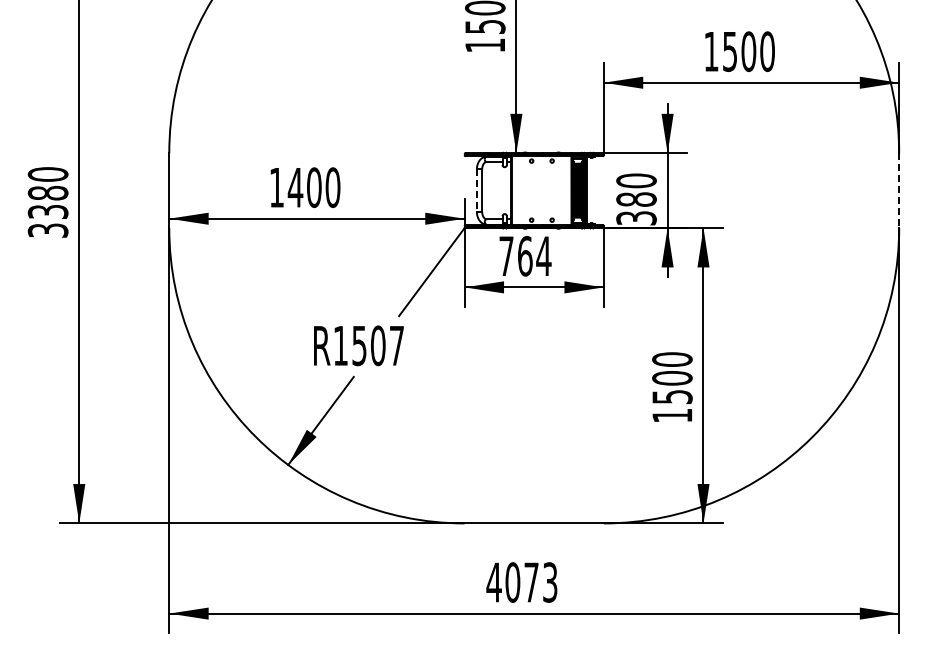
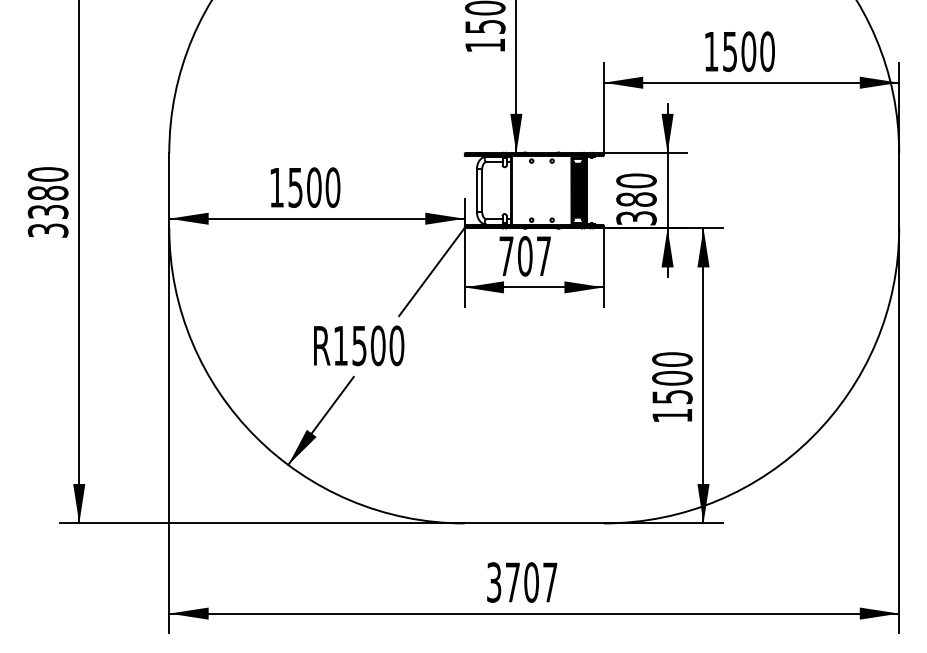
text at (295, 187): 1400 -> 1500
line at (476, 191): dashed -> solid
line at (899, 191): dashed -> solid
text at (534, 256): 764 -> 707
text at (396, 345): R1507 -> R1500
text at (521, 582): 4073 -> 3707
